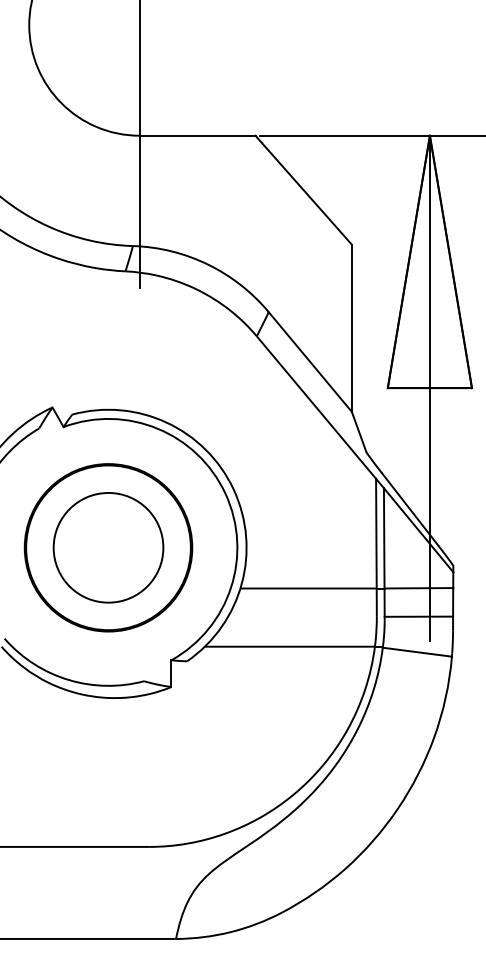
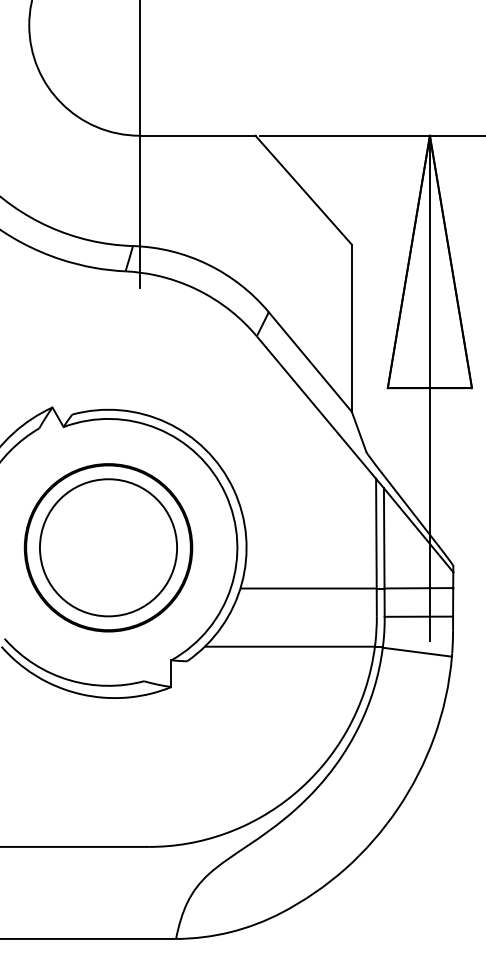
circle at (108, 547) diameter: 110 px -> 137 px
